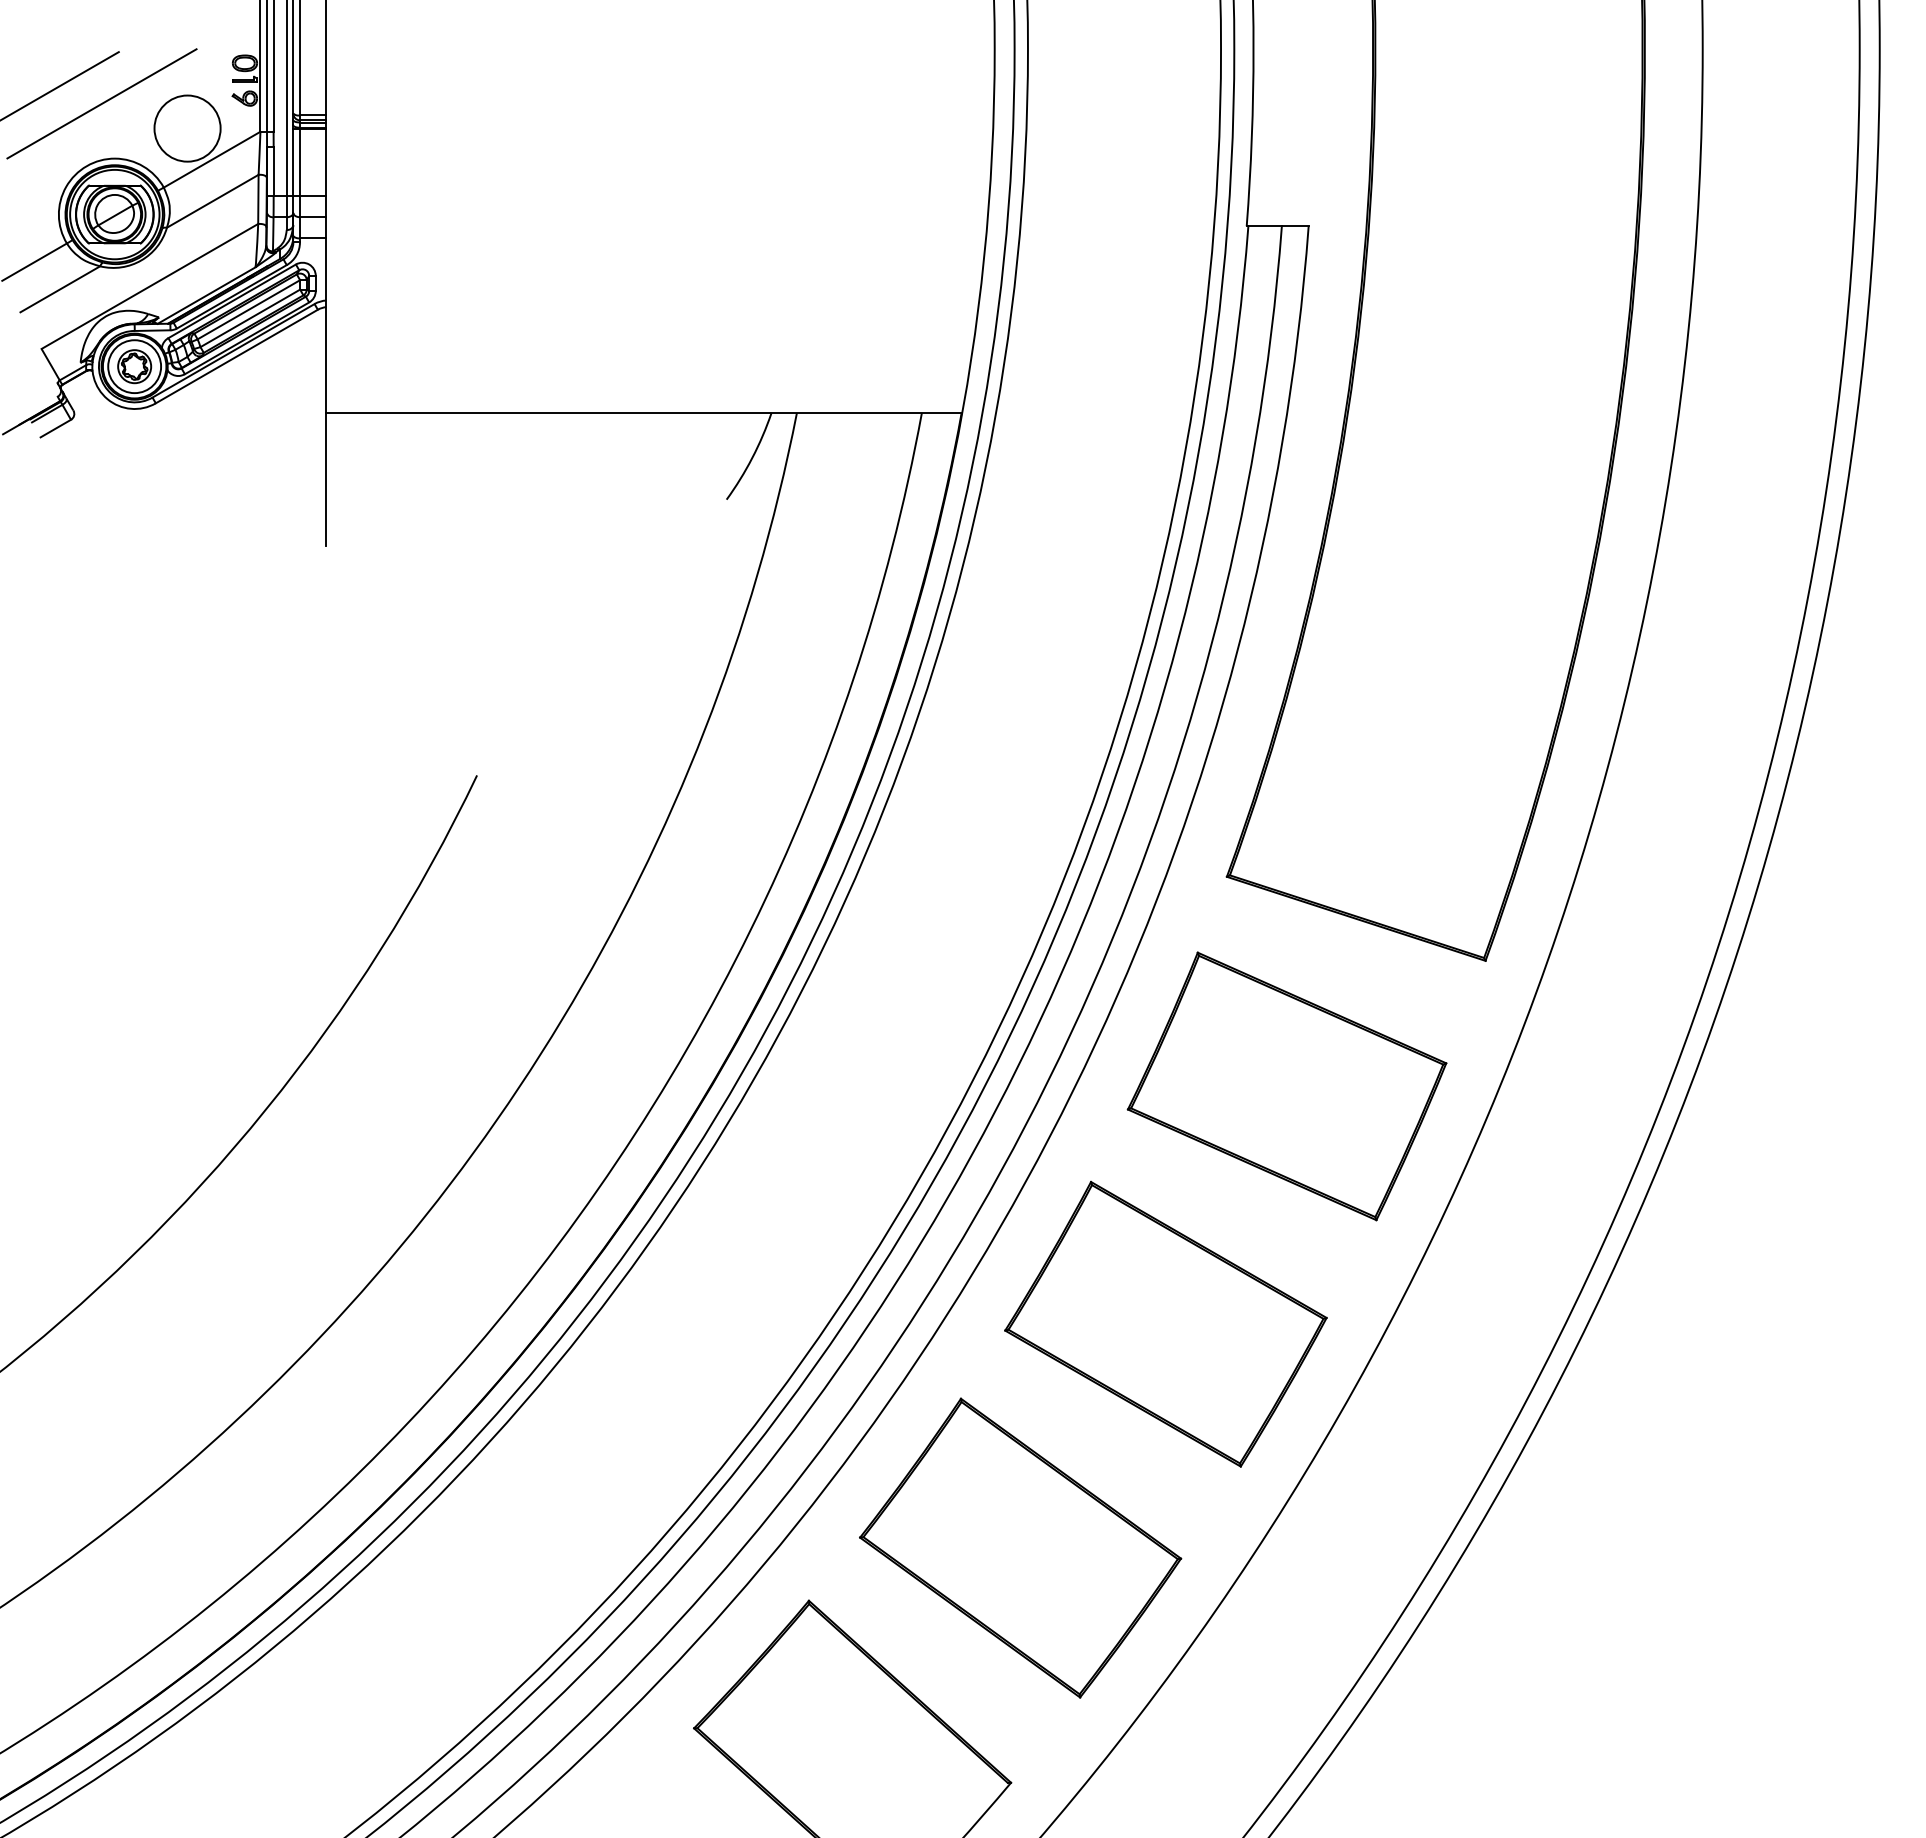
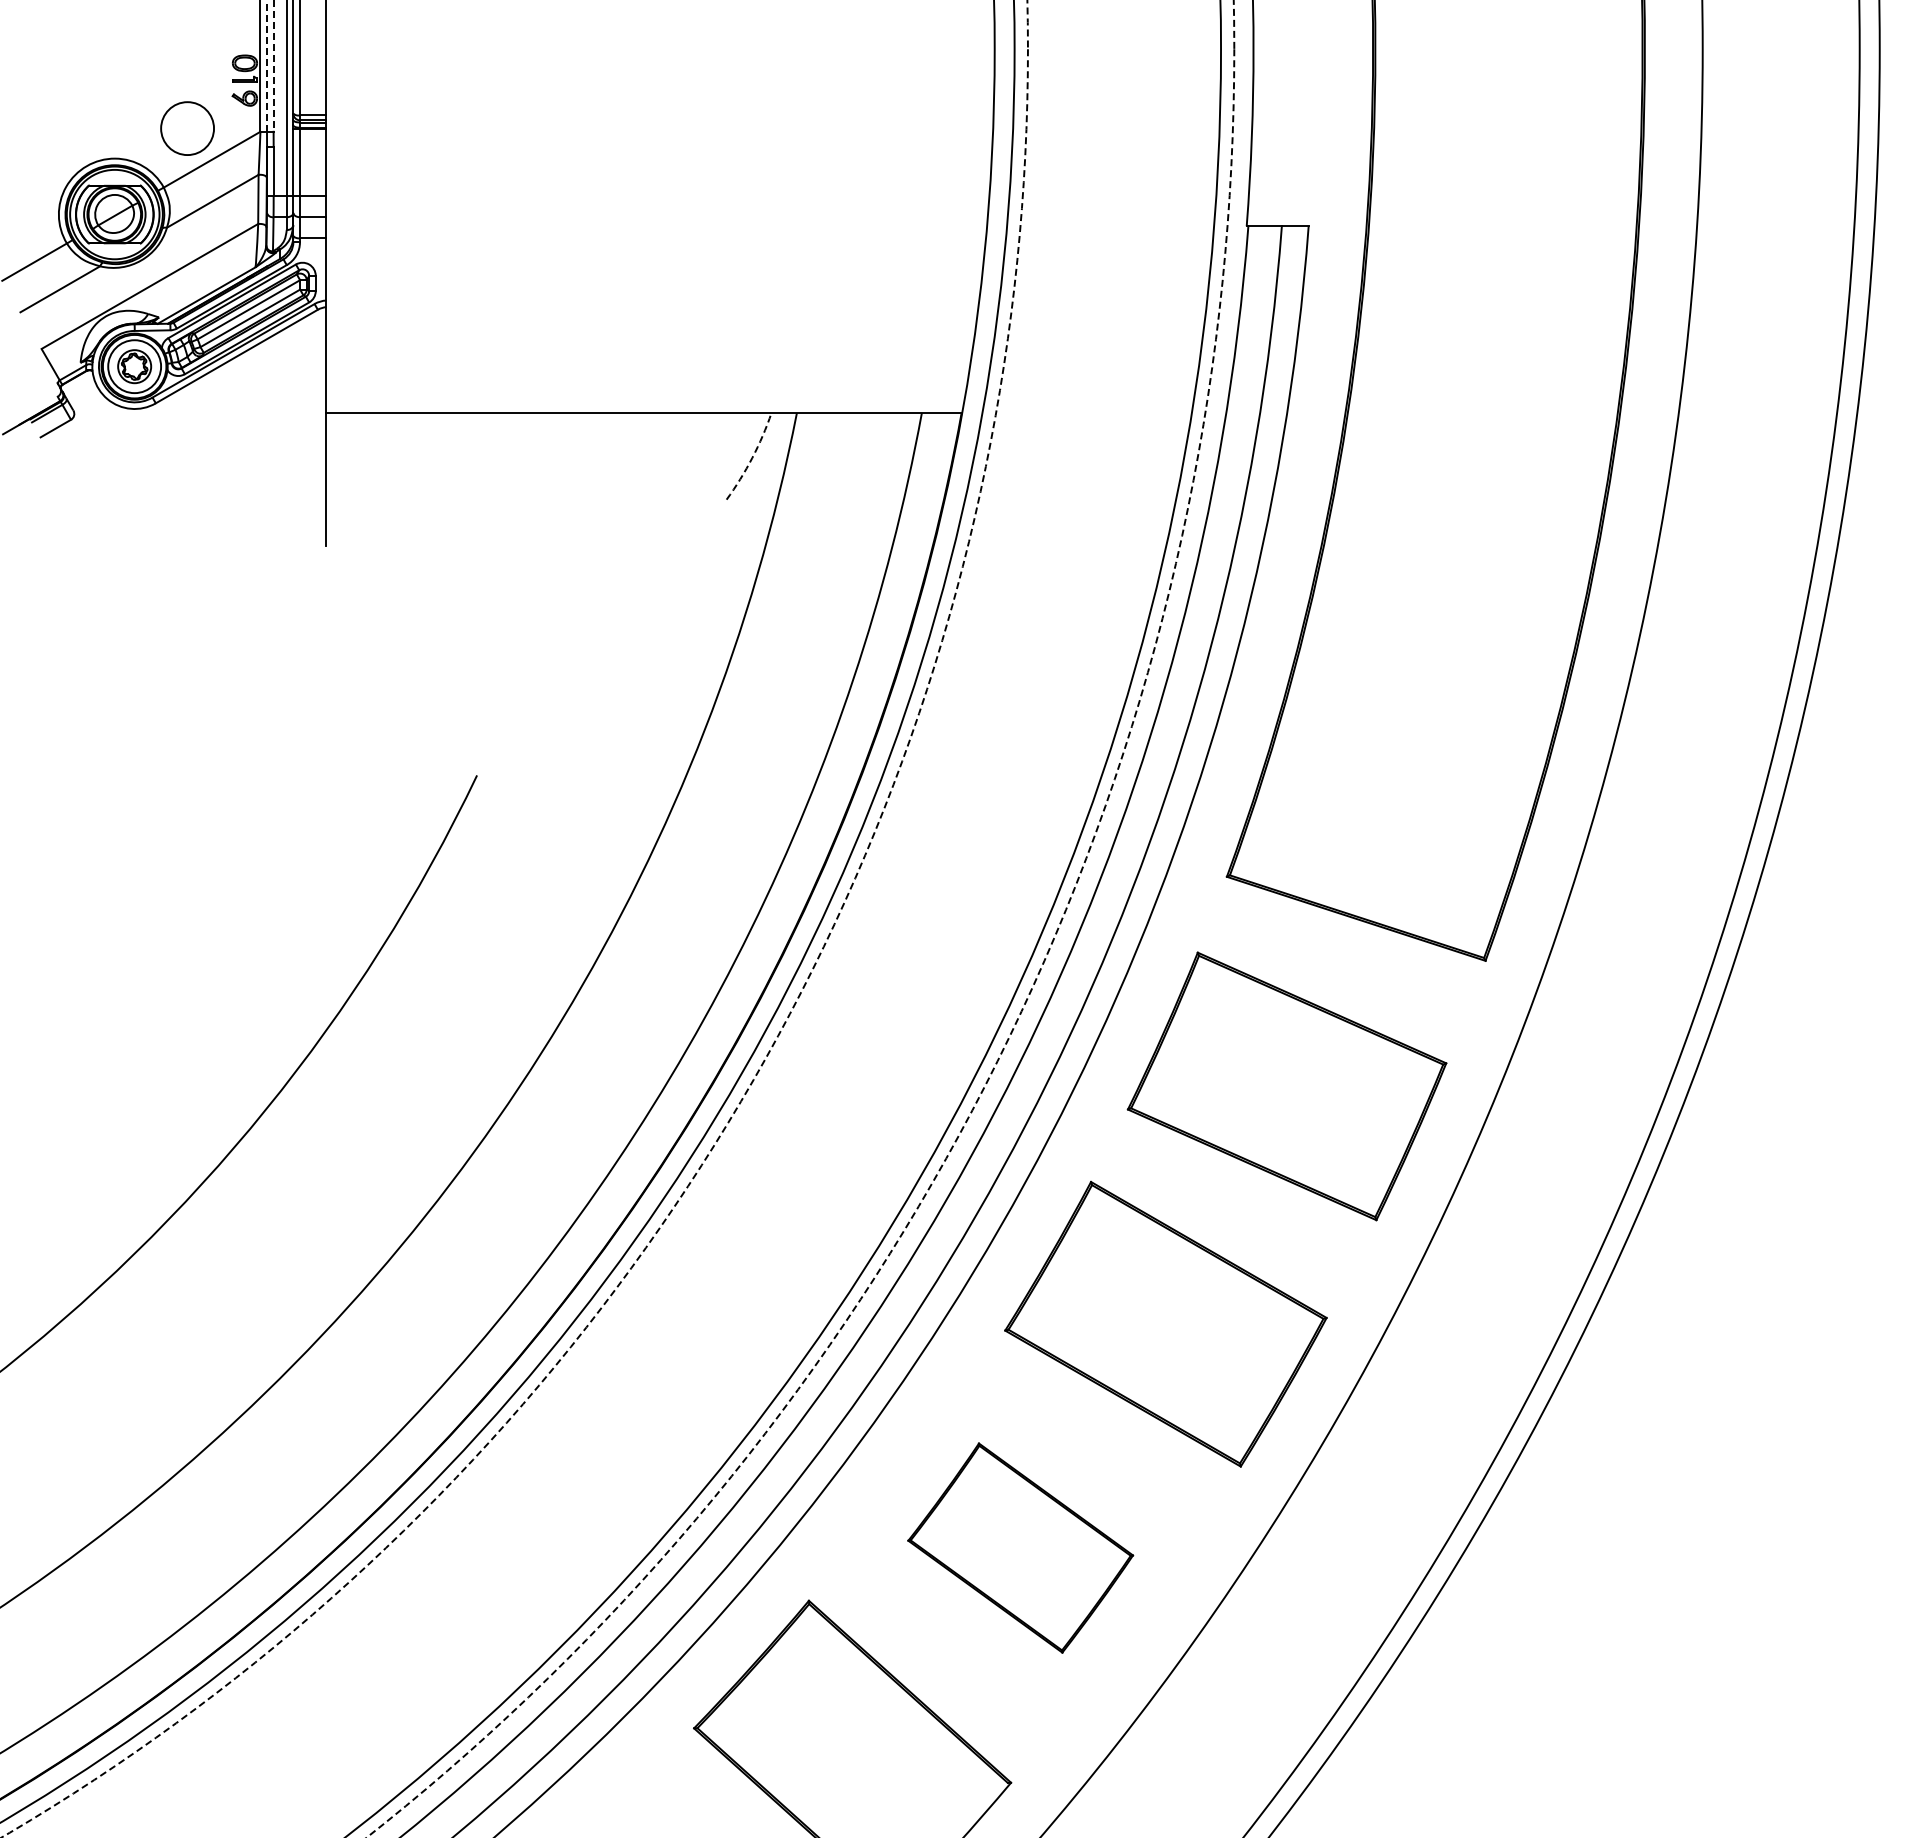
line at (267, 66): solid -> dashed
line at (273, 66): solid -> dashed
line at (60, 85): present -> none
line at (101, 103): present -> none
circle at (187, 128) diameter: 66 px -> 53 px
arc at (752, 458): solid -> dashed
circle at (514, 918): solid -> dashed
circle at (800, 918): solid -> dashed
part at (1020, 1547) size: 324x302 px -> 228x212 px
